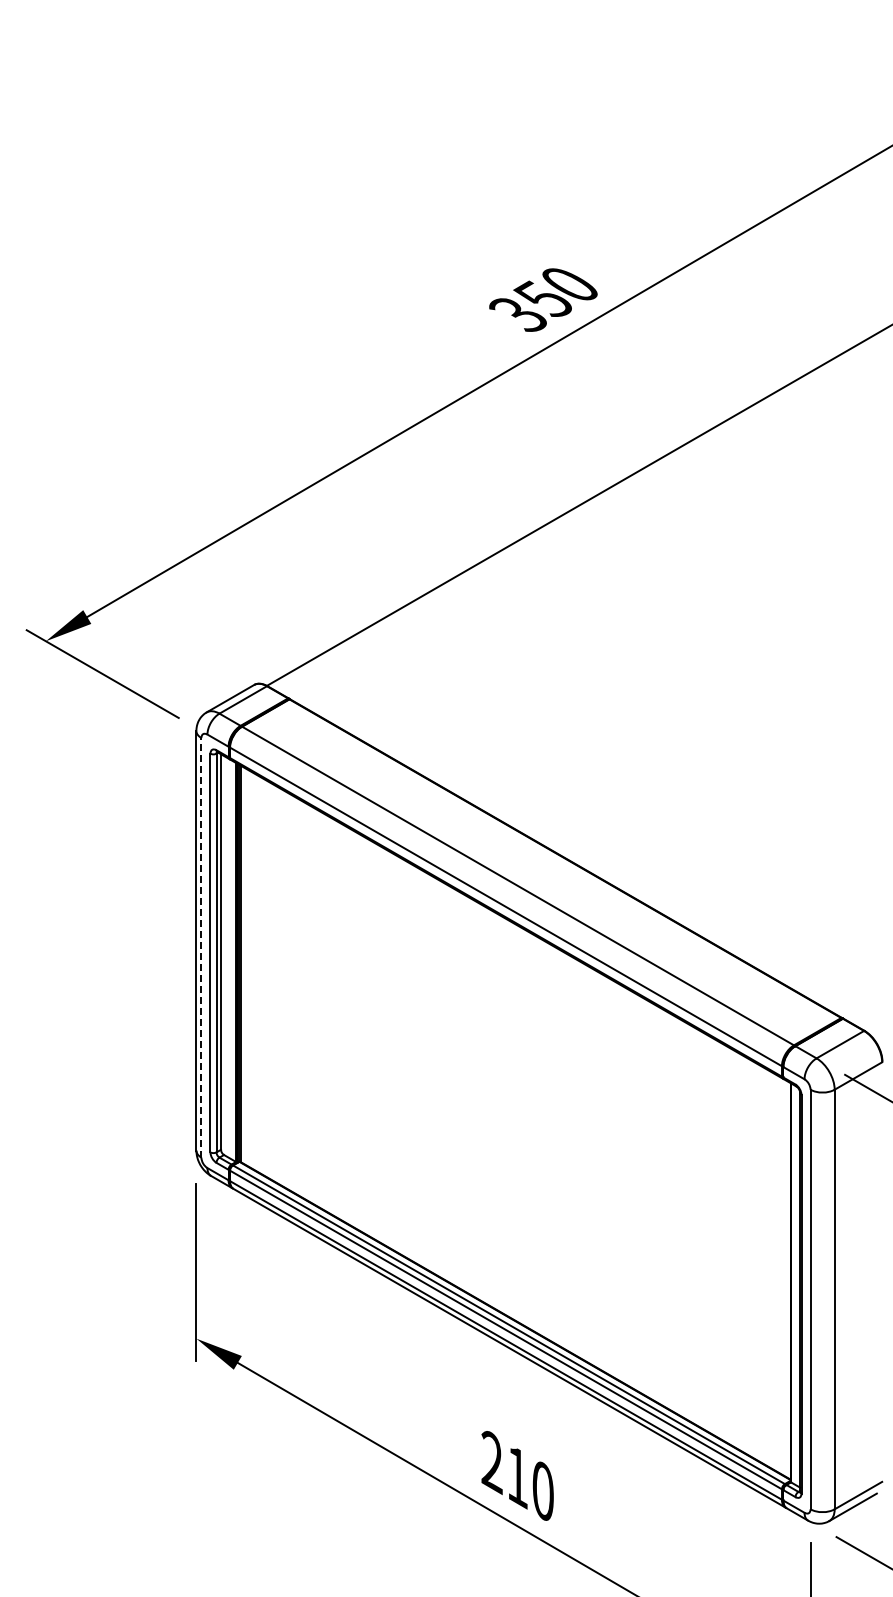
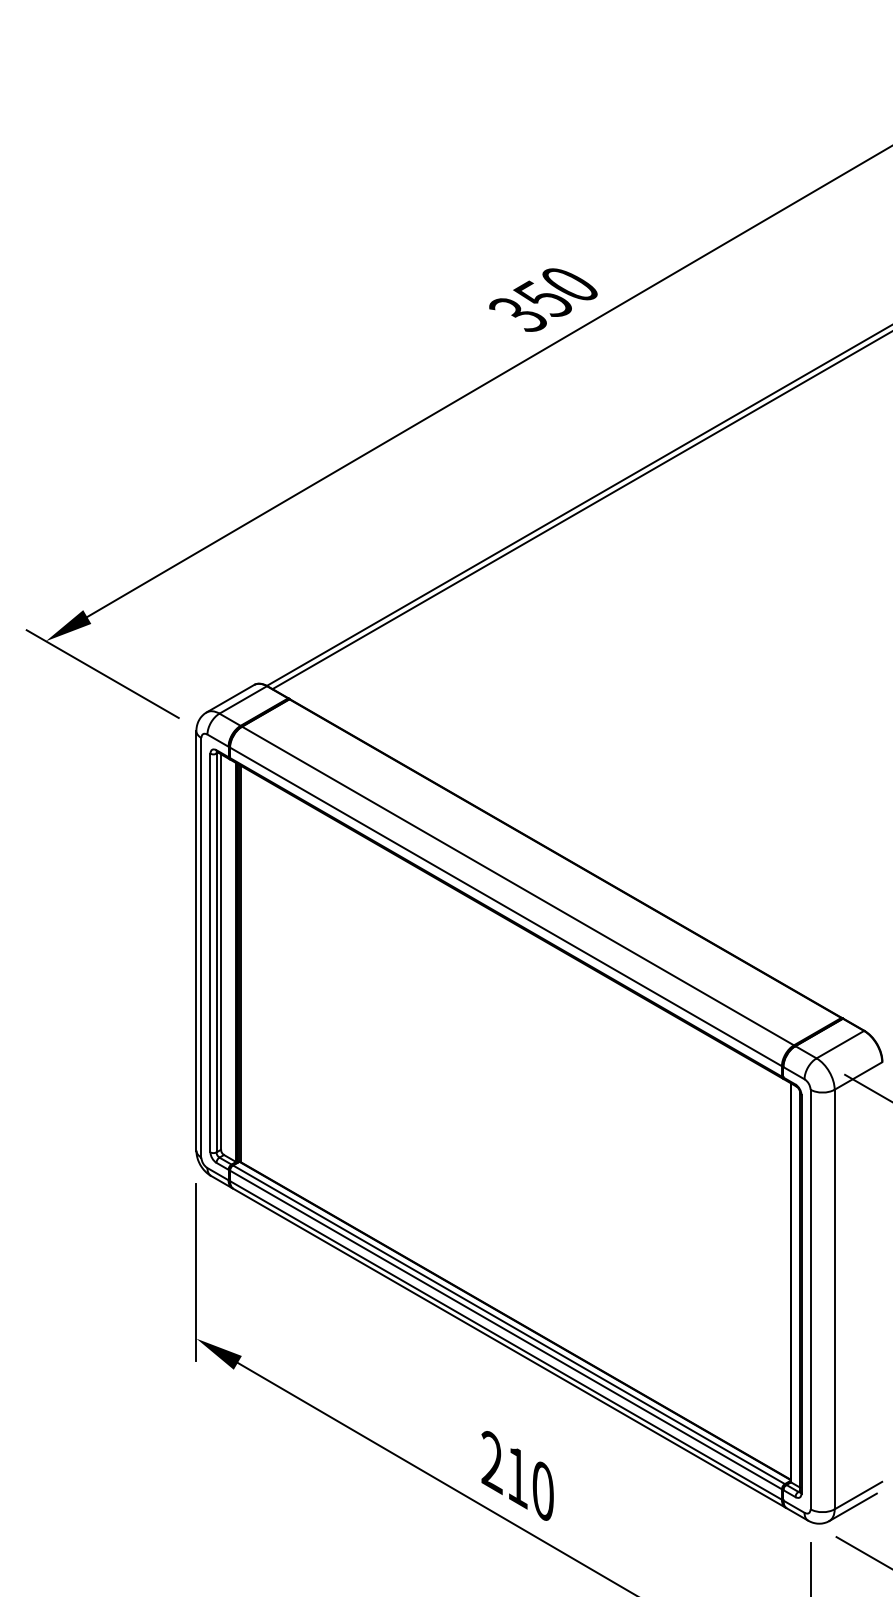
line at (580, 510): none -> present
line at (201, 947): dashed -> solid
